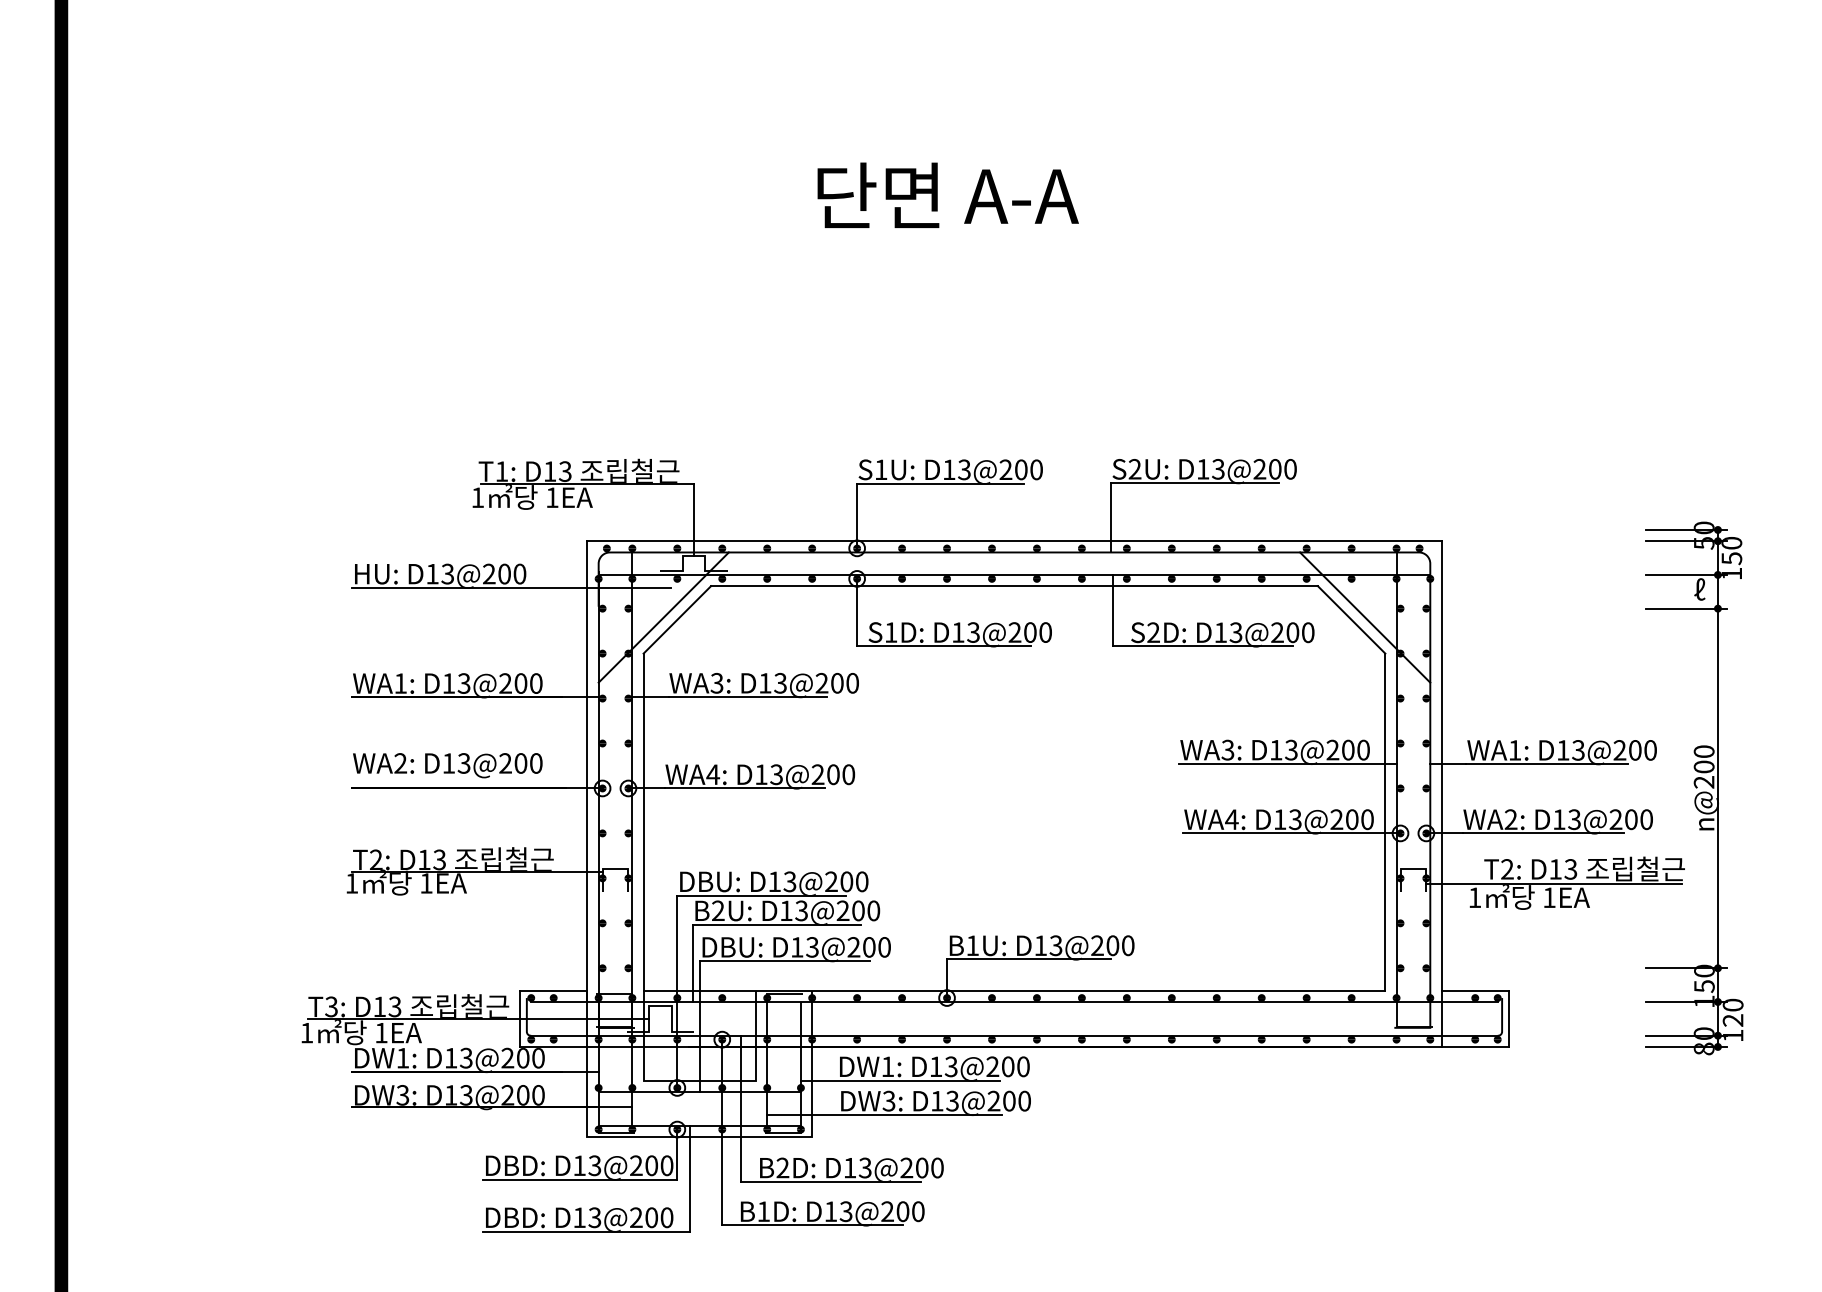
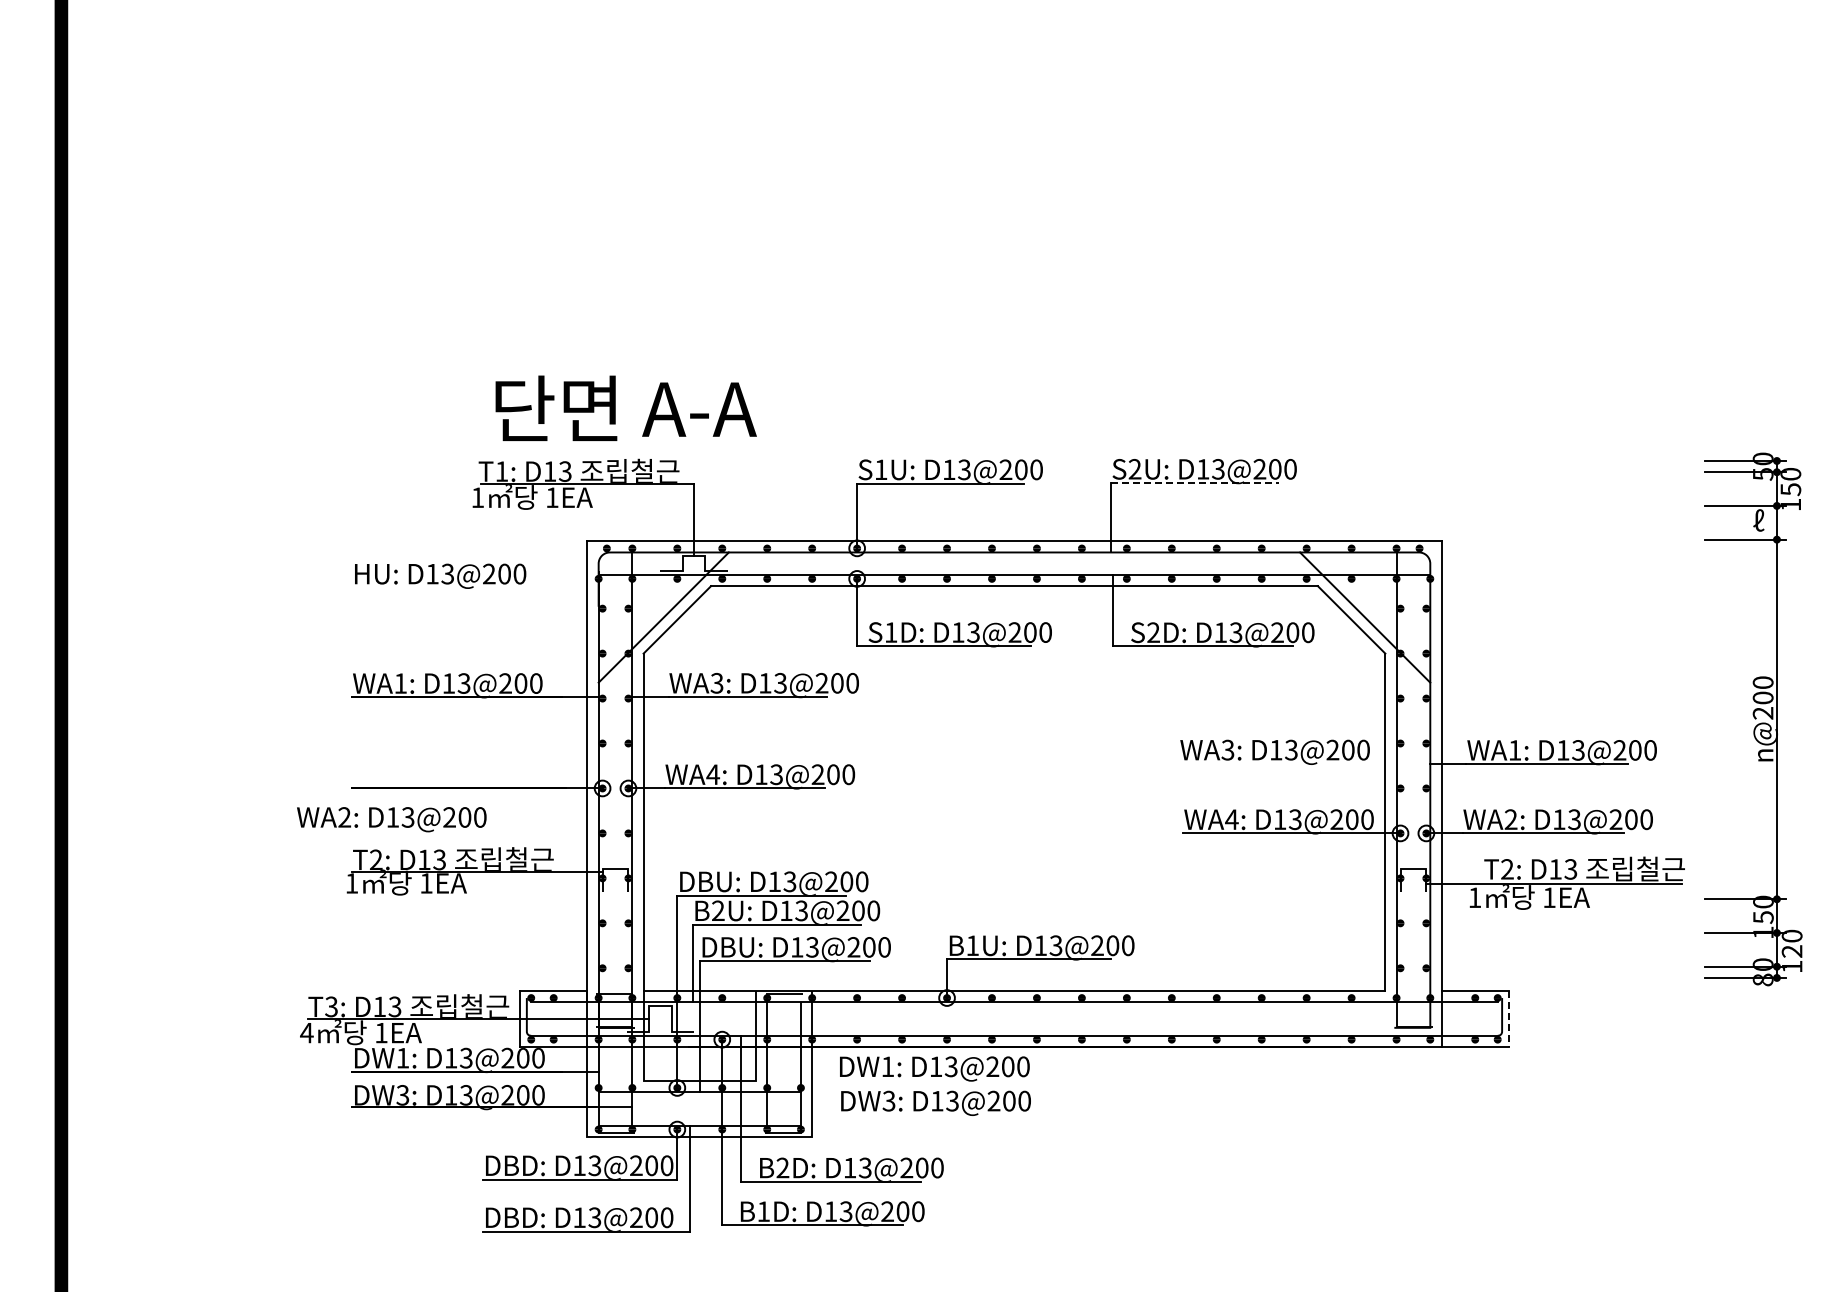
text at (947, 194) position: (947, 194) -> (625, 407)
line at (1194, 483): solid -> dashed
line at (511, 587): present -> none
line at (1287, 763): present -> none
text at (447, 765) position: (447, 765) -> (391, 819)
part at (1694, 788) position: (1694, 788) -> (1753, 719)
line at (1508, 1019): solid -> dashed
text at (306, 1033): 1 -> 4
line at (899, 1080): present -> none
line at (884, 1114): present -> none
